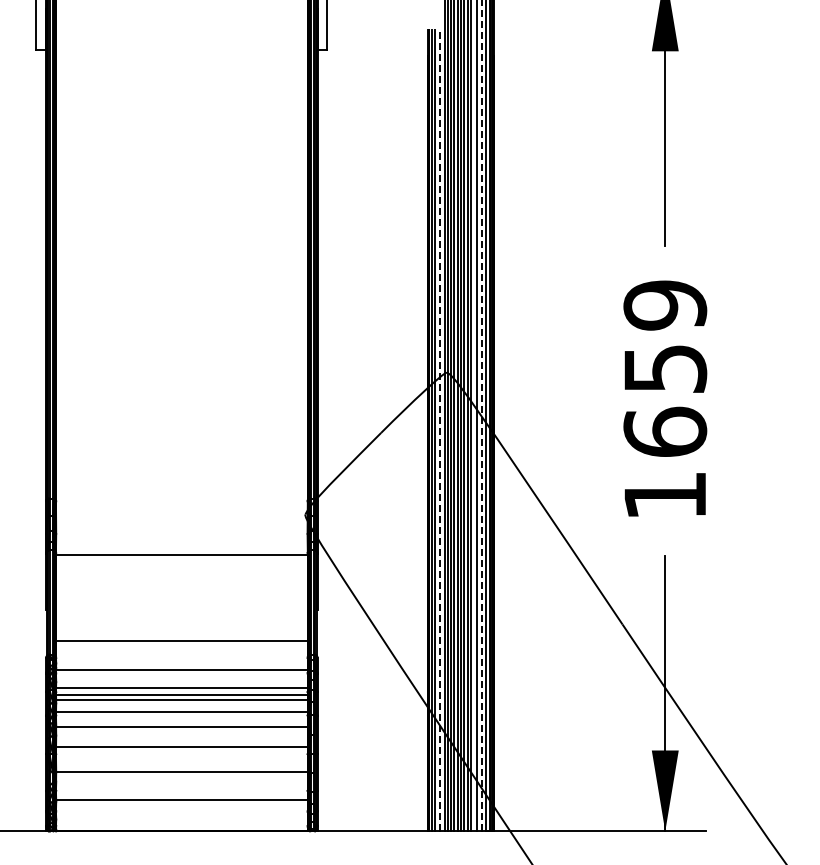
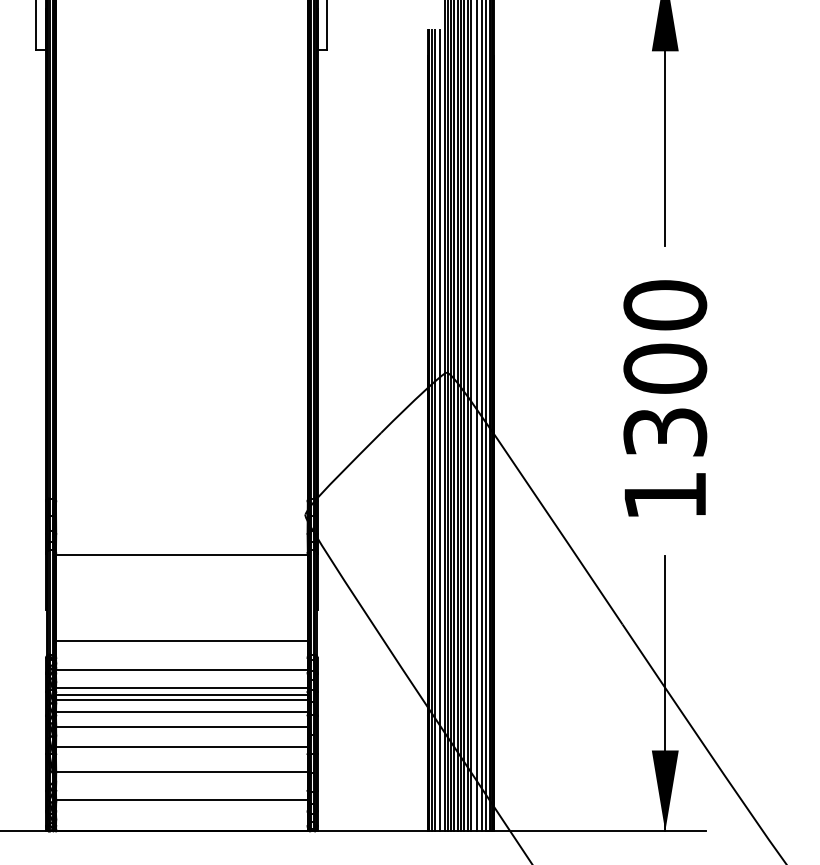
text at (665, 368): 1659 -> 1300
line at (481, 415): dashed -> solid
line at (439, 430): dashed -> solid
